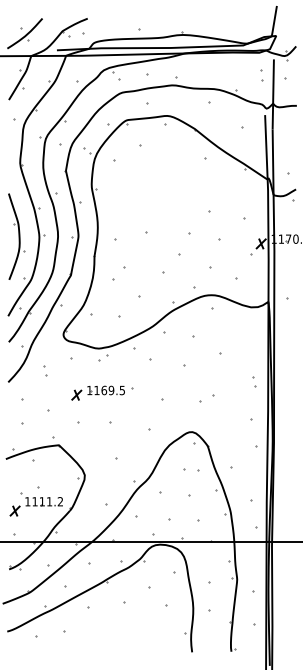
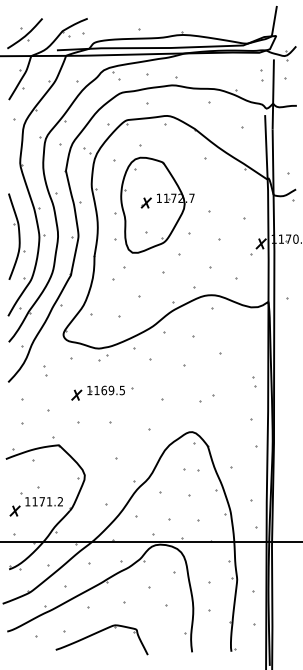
part at (154, 204): none -> present
text at (41, 501): 1111.2 -> 1171.2
part at (98, 633): none -> present
